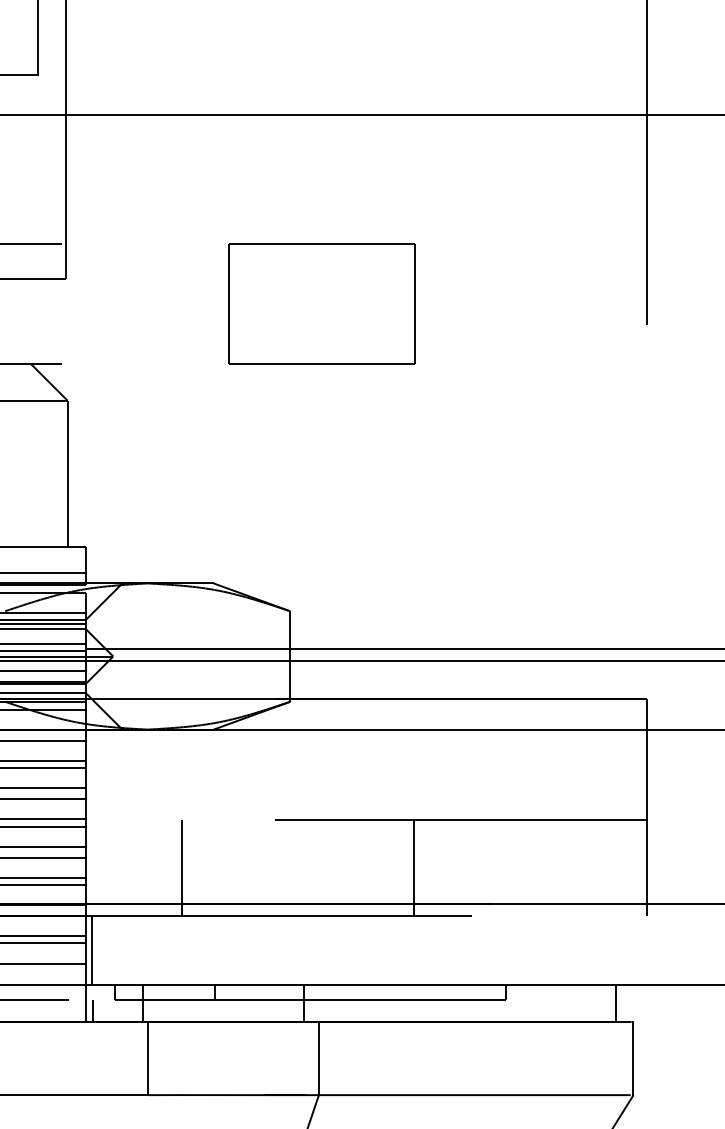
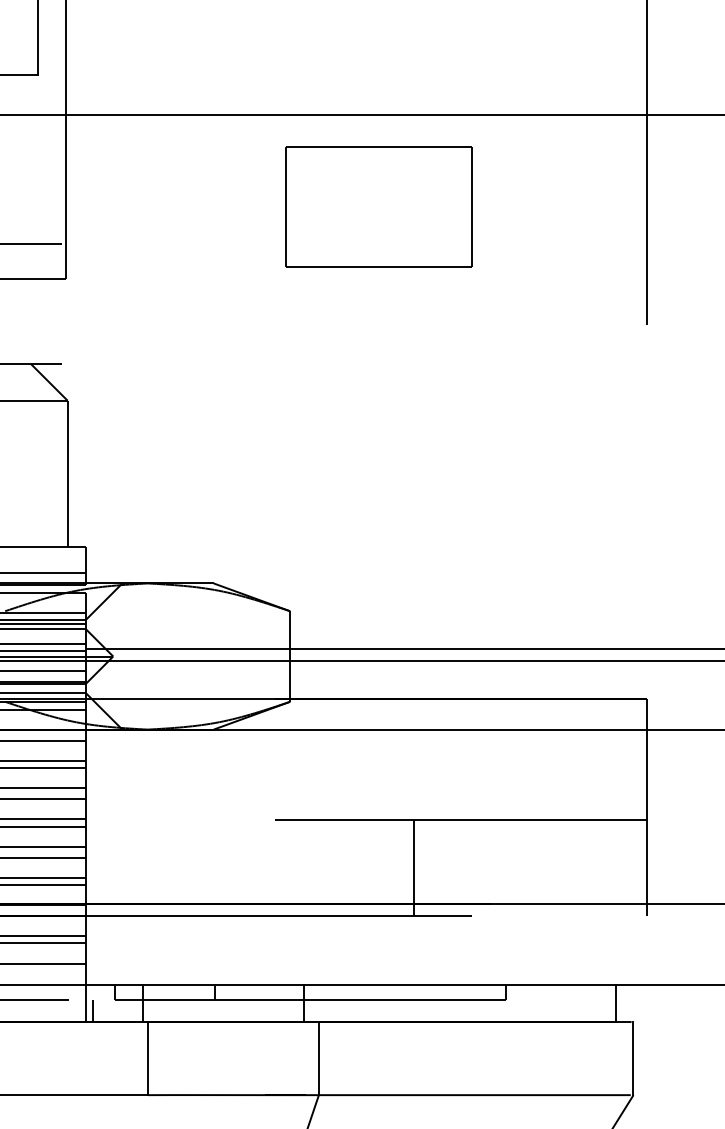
part at (321, 303) position: (321, 303) -> (378, 206)
line at (182, 867): present -> none
line at (92, 950): present -> none
